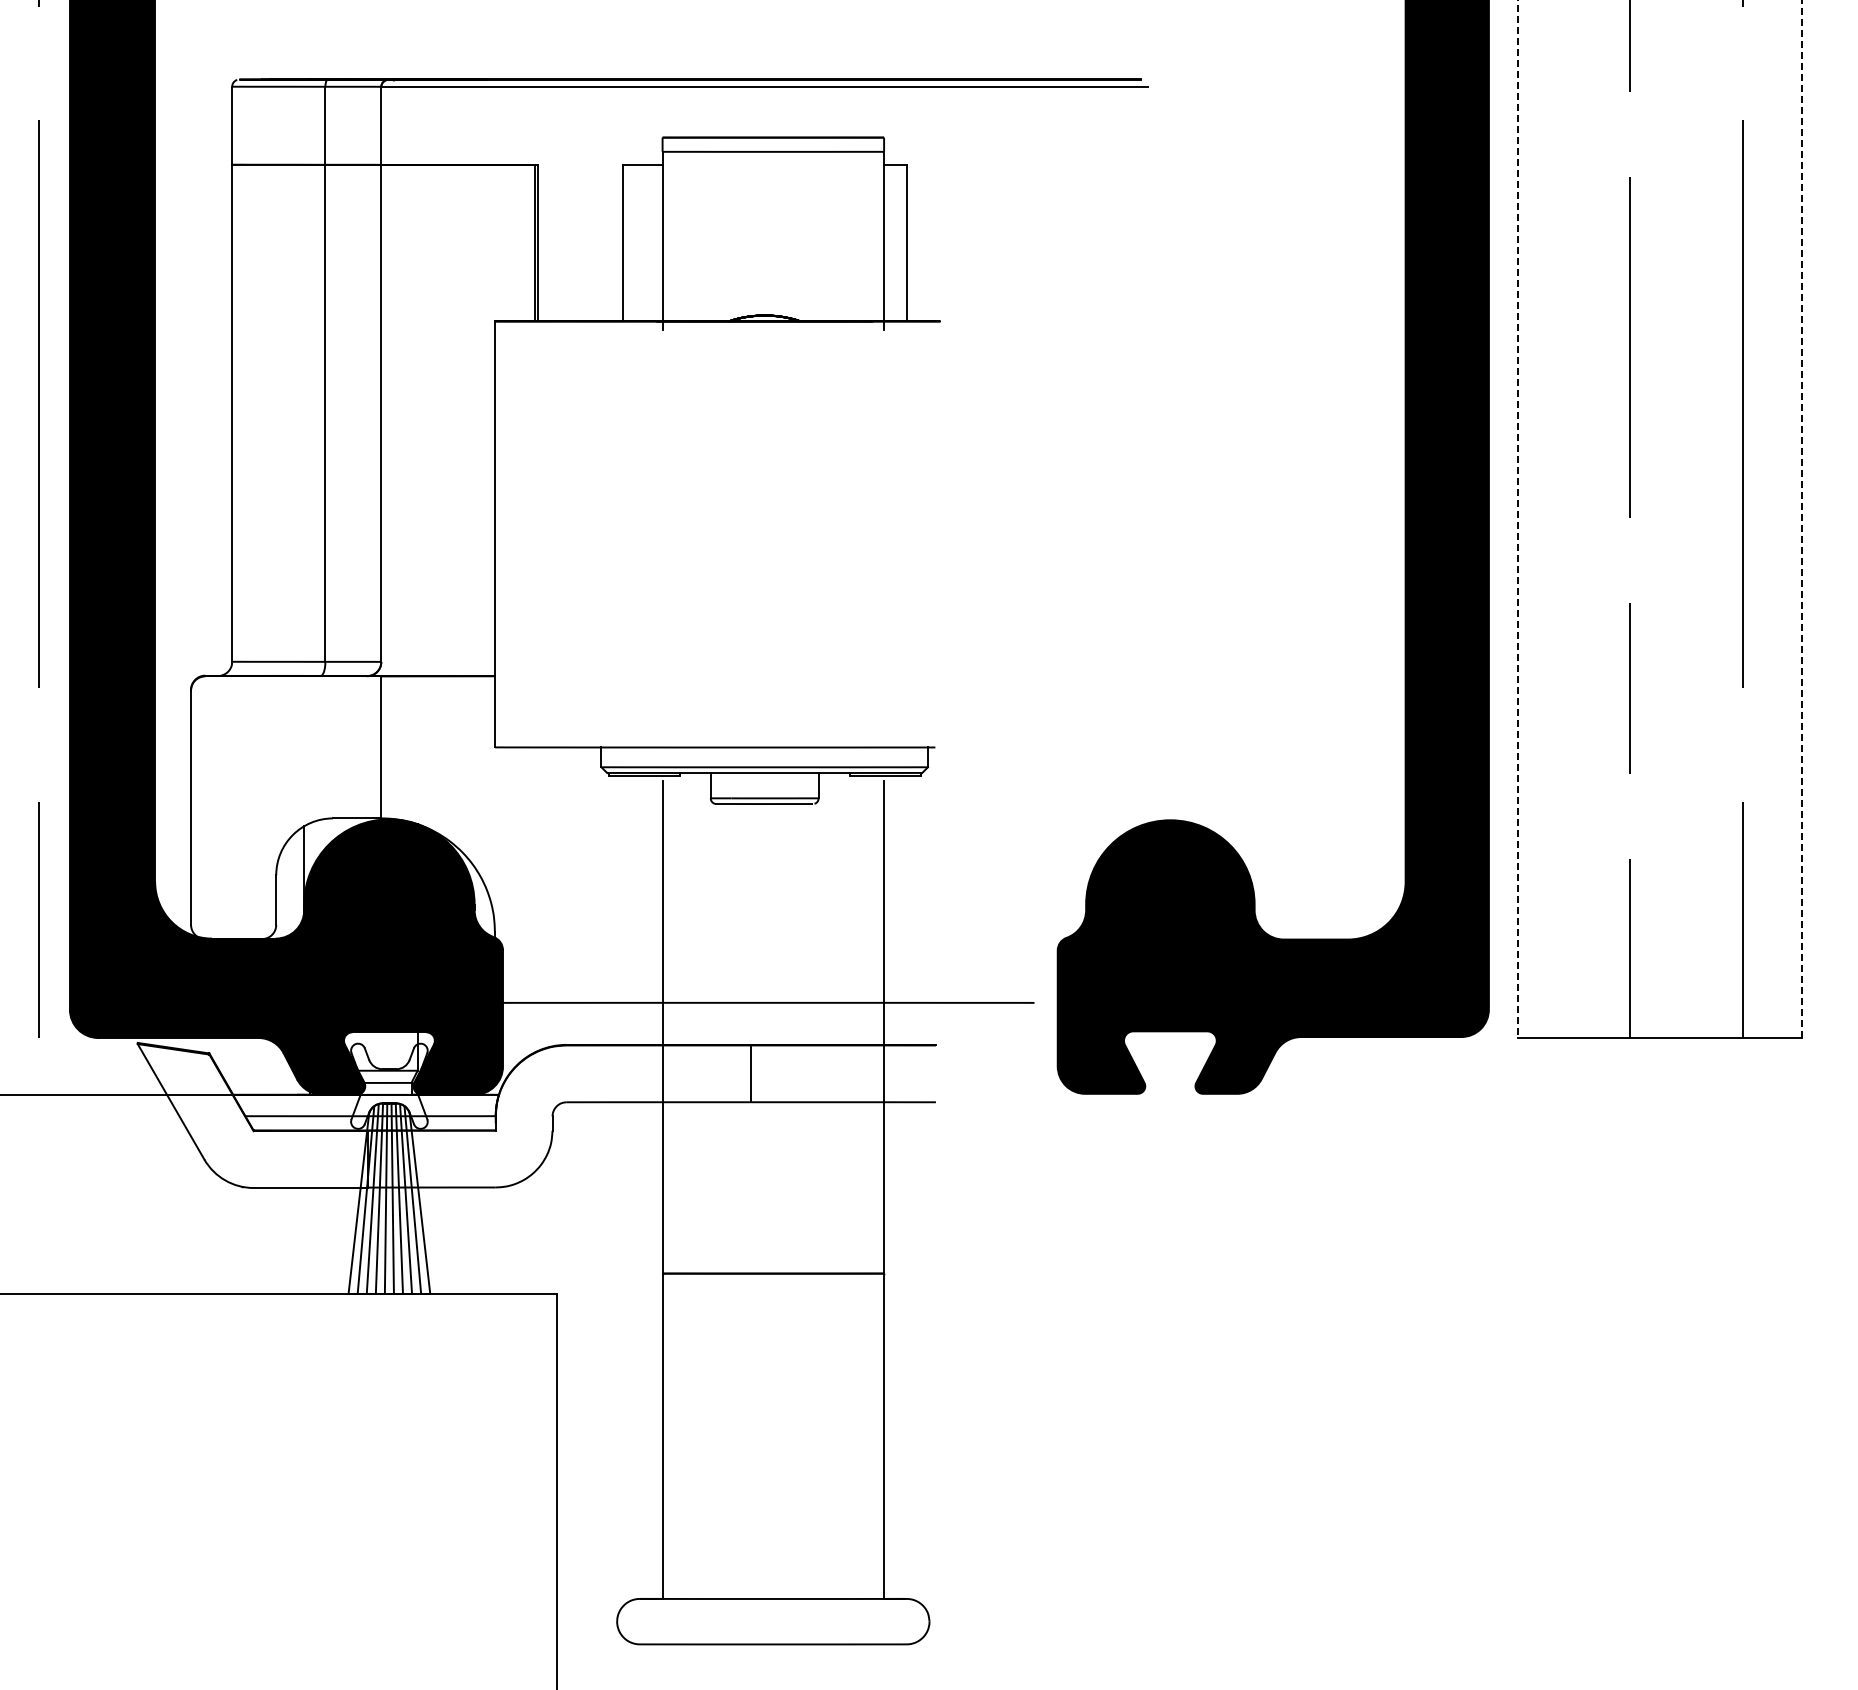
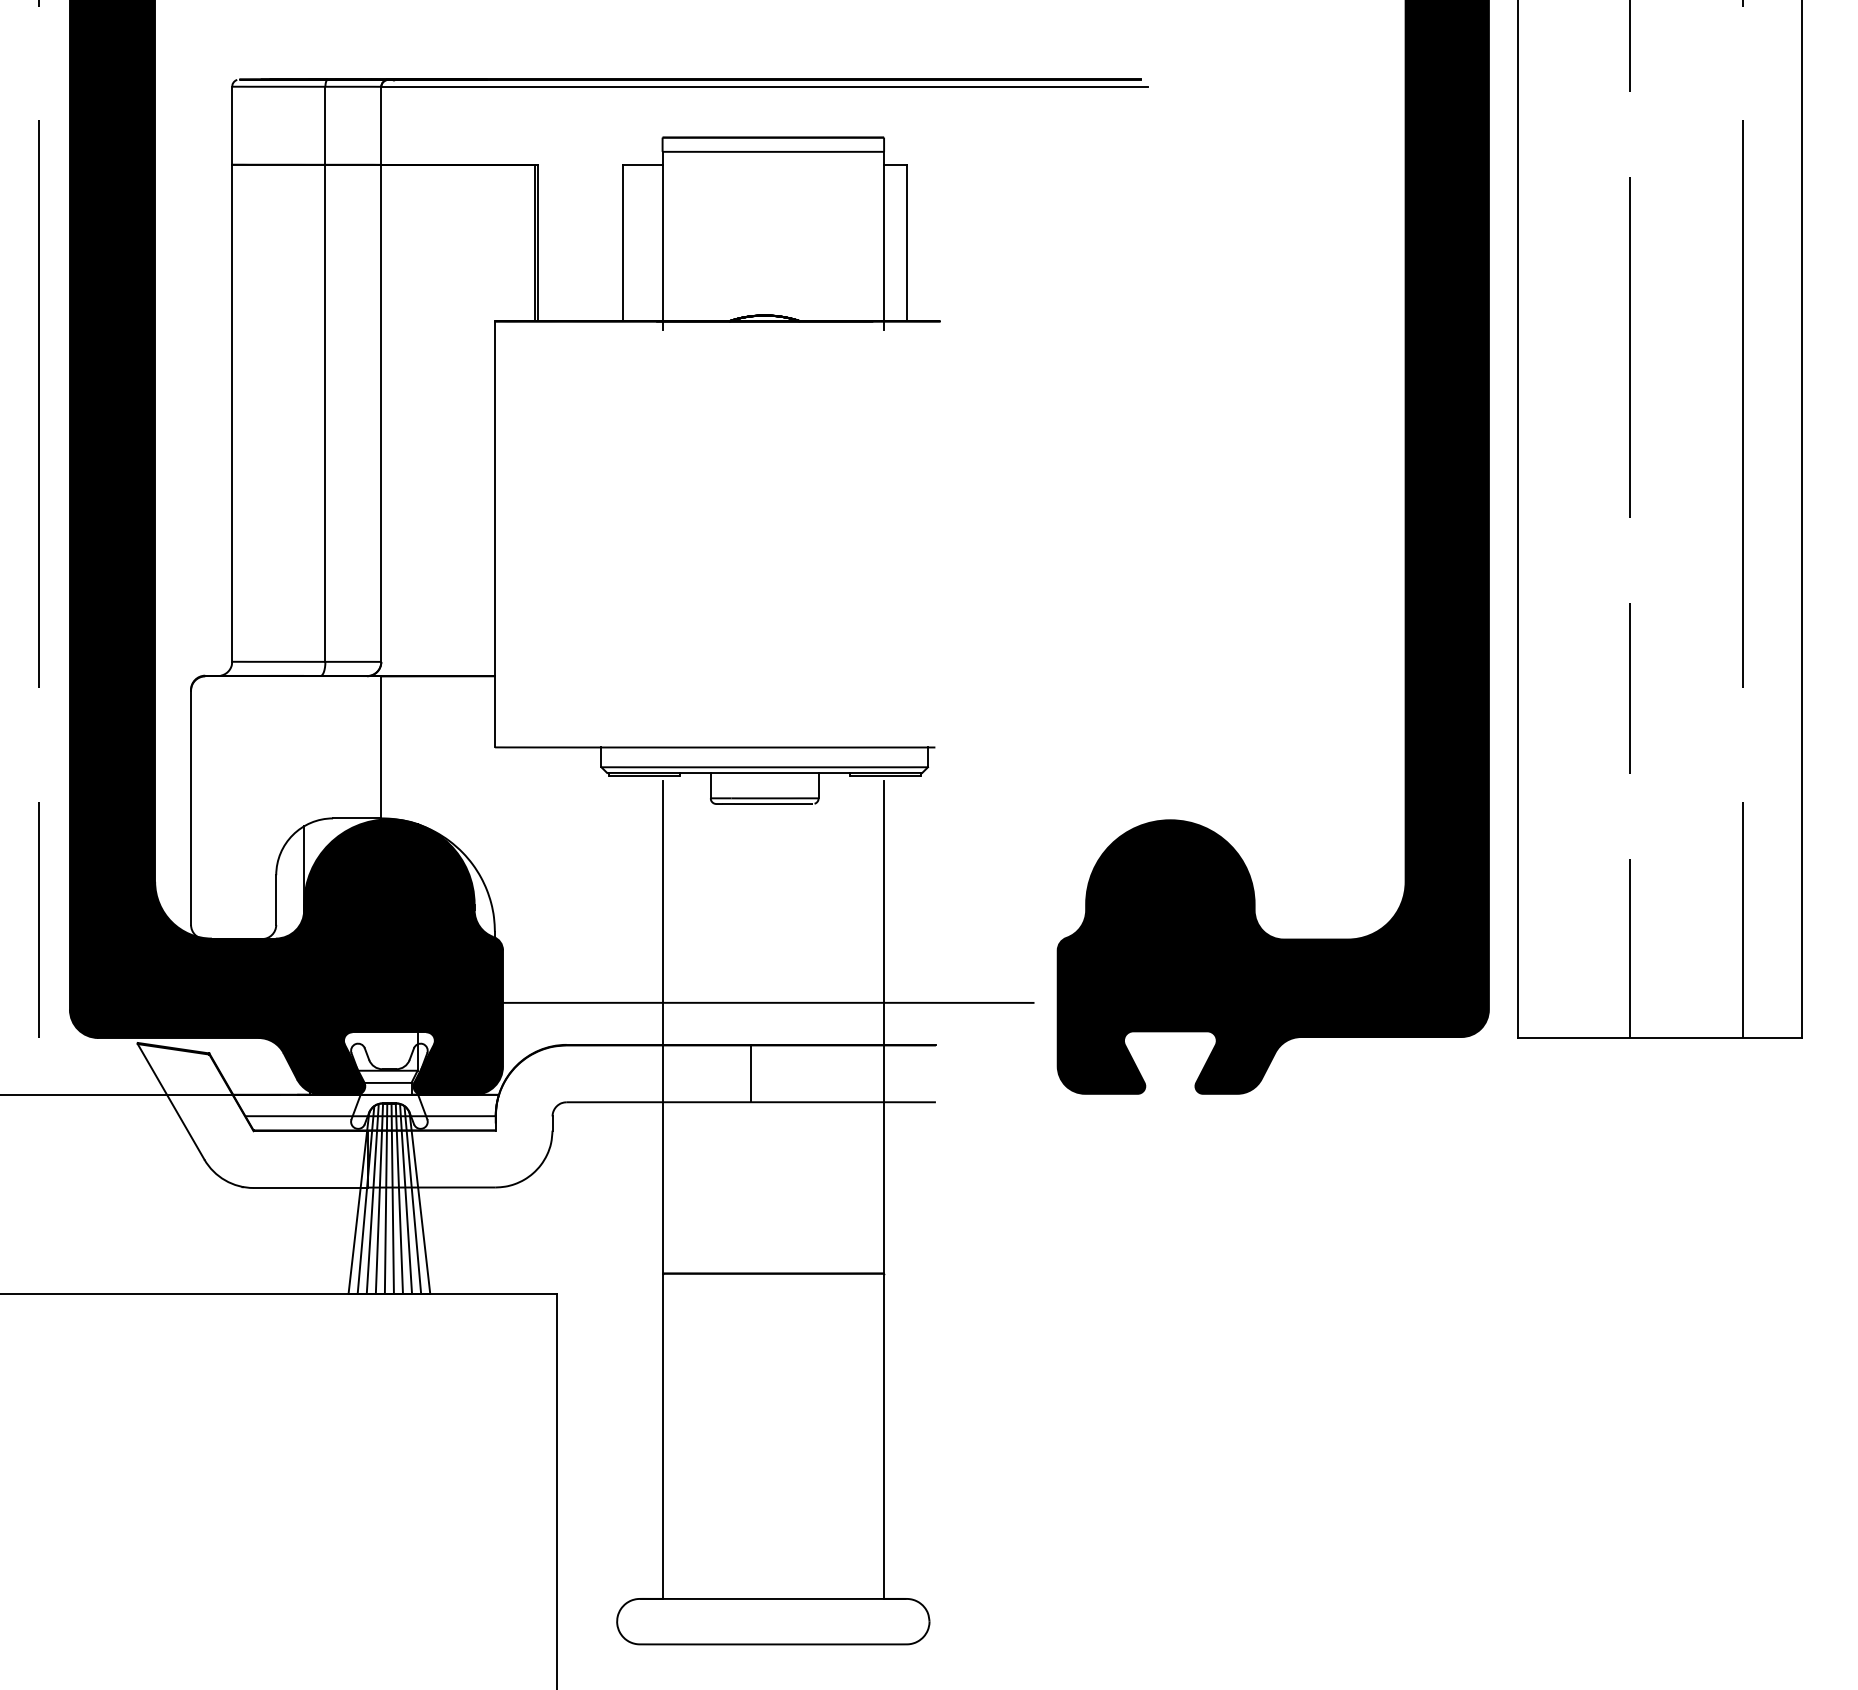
line at (1518, 519): dashed -> solid
line at (1802, 519): dashed -> solid
